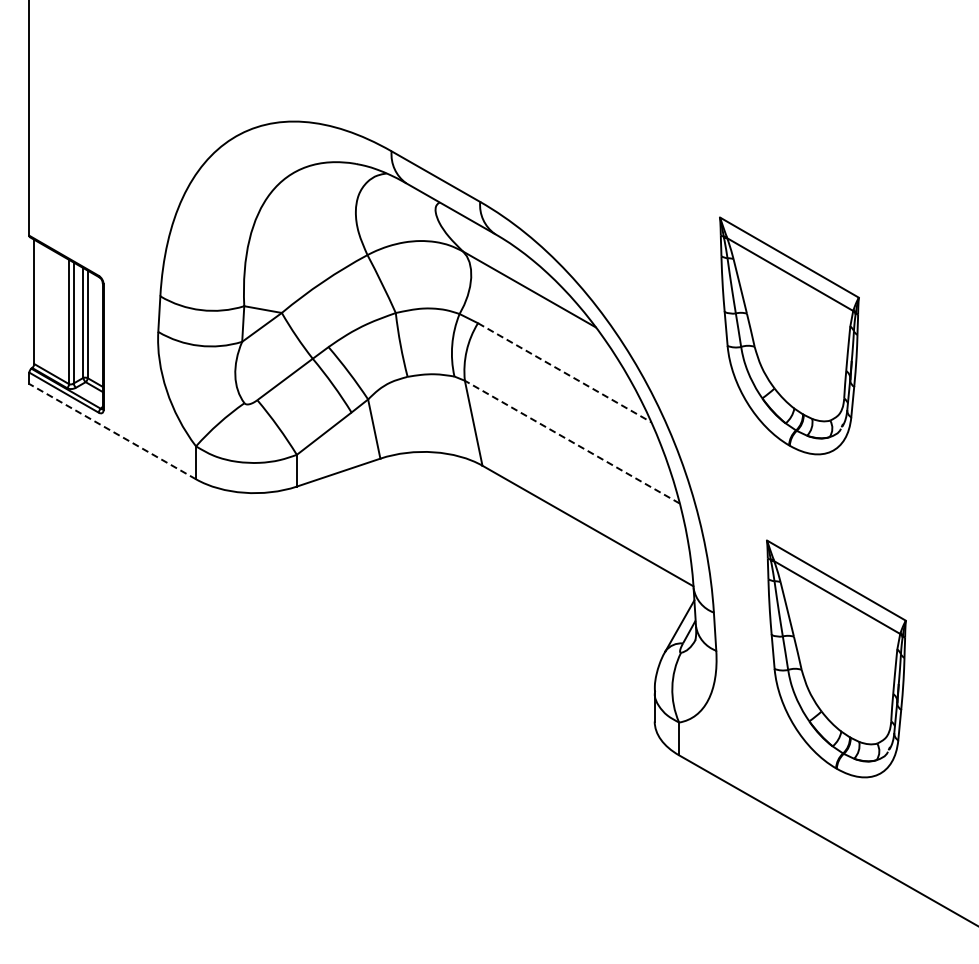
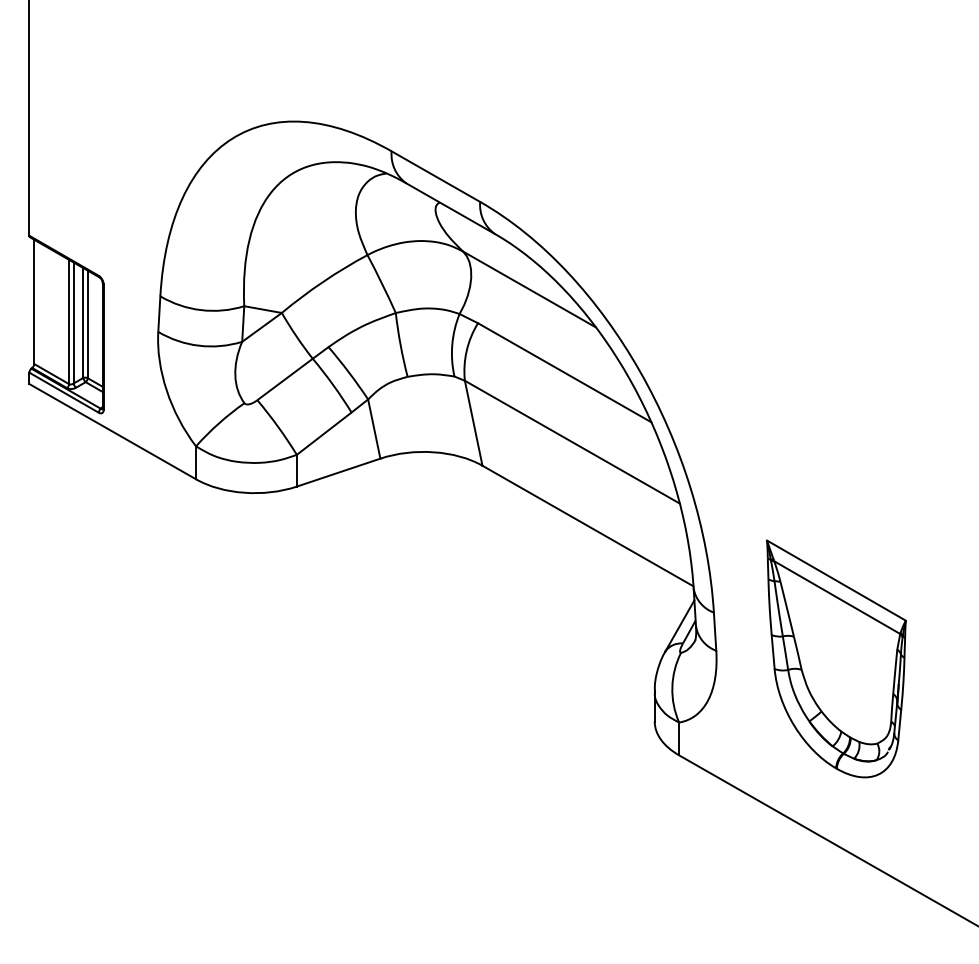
part at (789, 335): present -> none
line at (564, 372): dashed -> solid
line at (112, 431): dashed -> solid
line at (572, 442): dashed -> solid
